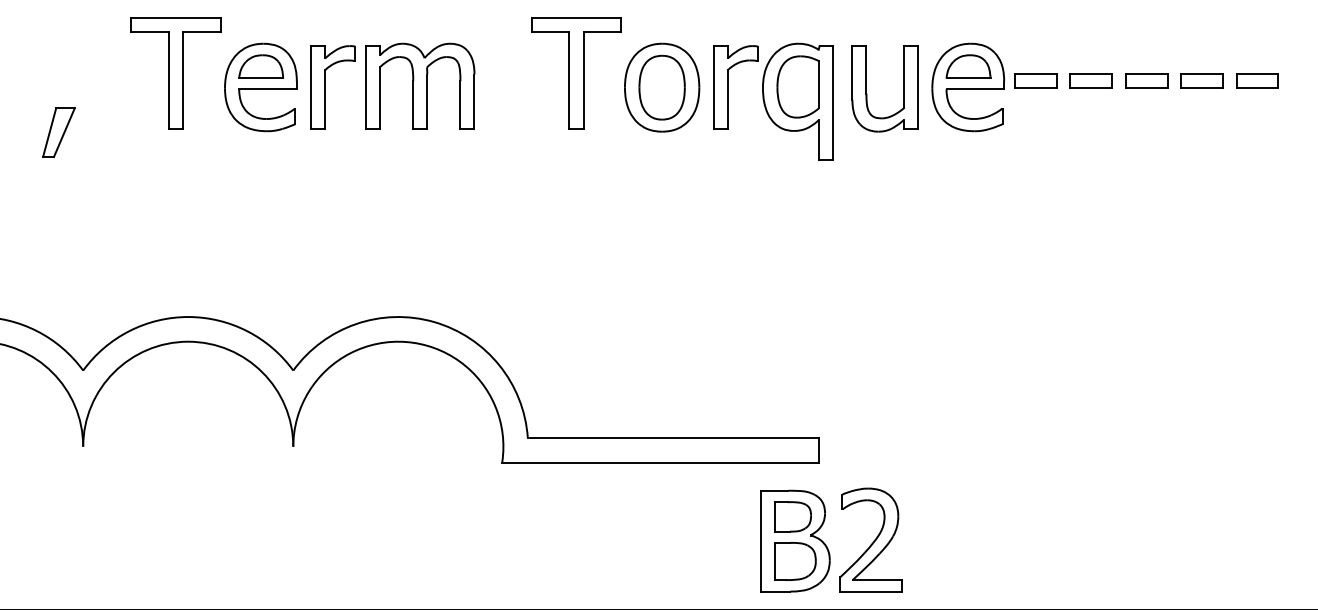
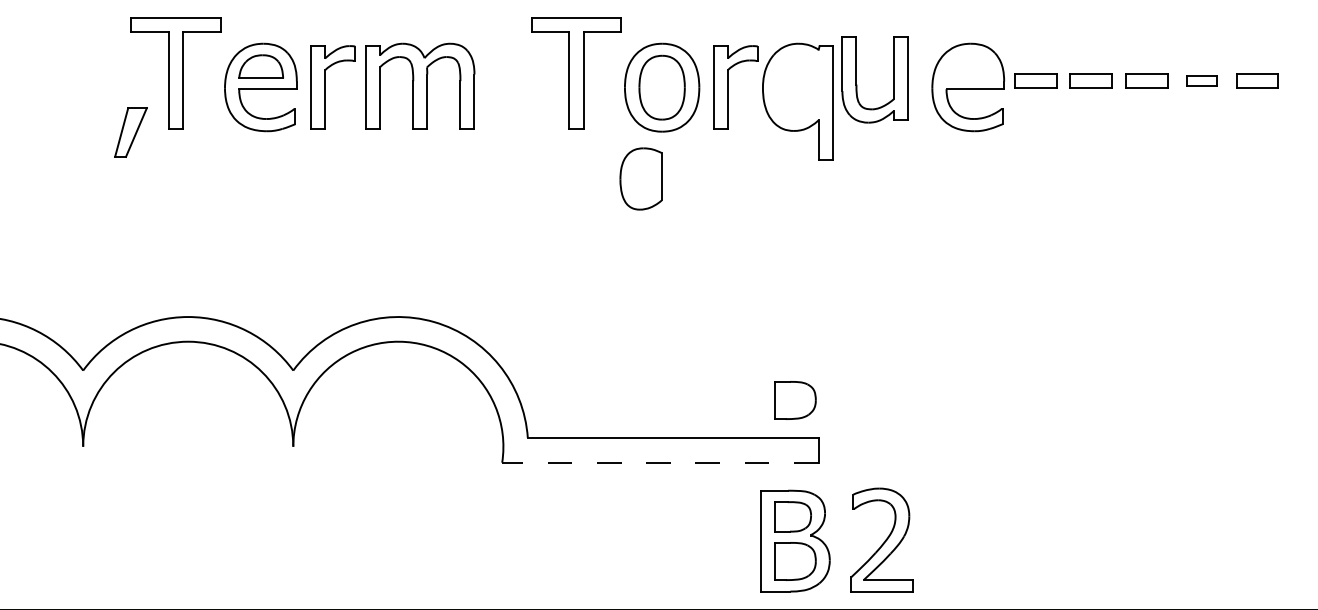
part at (968, 66): present -> none
part at (1201, 80) size: 44x16 px -> 32x12 px
part at (797, 86) position: (797, 86) -> (640, 178)
part at (867, 93) position: (867, 93) -> (857, 84)
part at (58, 132) position: (58, 132) -> (130, 132)
part at (795, 400): none -> present
line at (659, 462): solid -> dashed
part at (870, 539) position: (870, 539) -> (881, 539)
